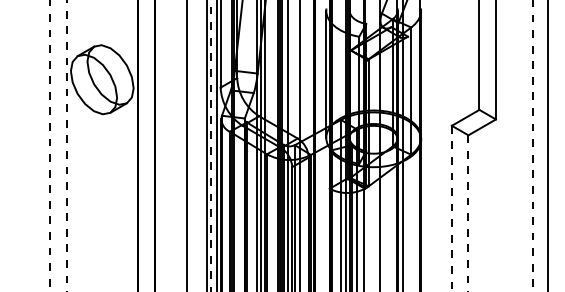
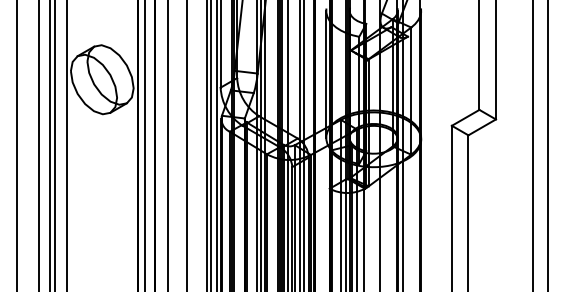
line at (16, 145): none -> present
line at (38, 145): none -> present
line at (55, 145): none -> present
line at (144, 145): none -> present
line at (168, 145): none -> present
line at (211, 145): dashed -> solid
line at (304, 145): none -> present
line at (533, 145): dashed -> solid
line at (49, 146): dashed -> solid
line at (66, 146): dashed -> solid
line at (451, 208): dashed -> solid
line at (468, 213): dashed -> solid
